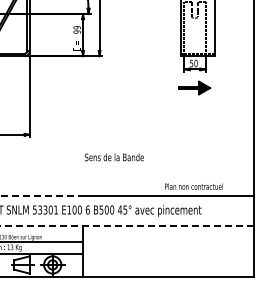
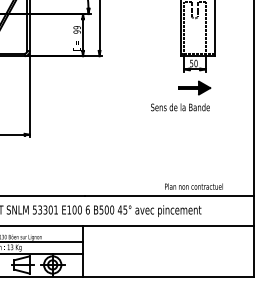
text at (114, 157) position: (114, 157) -> (180, 107)
line at (42, 196): dashed -> solid
line at (126, 226): dashed -> solid
